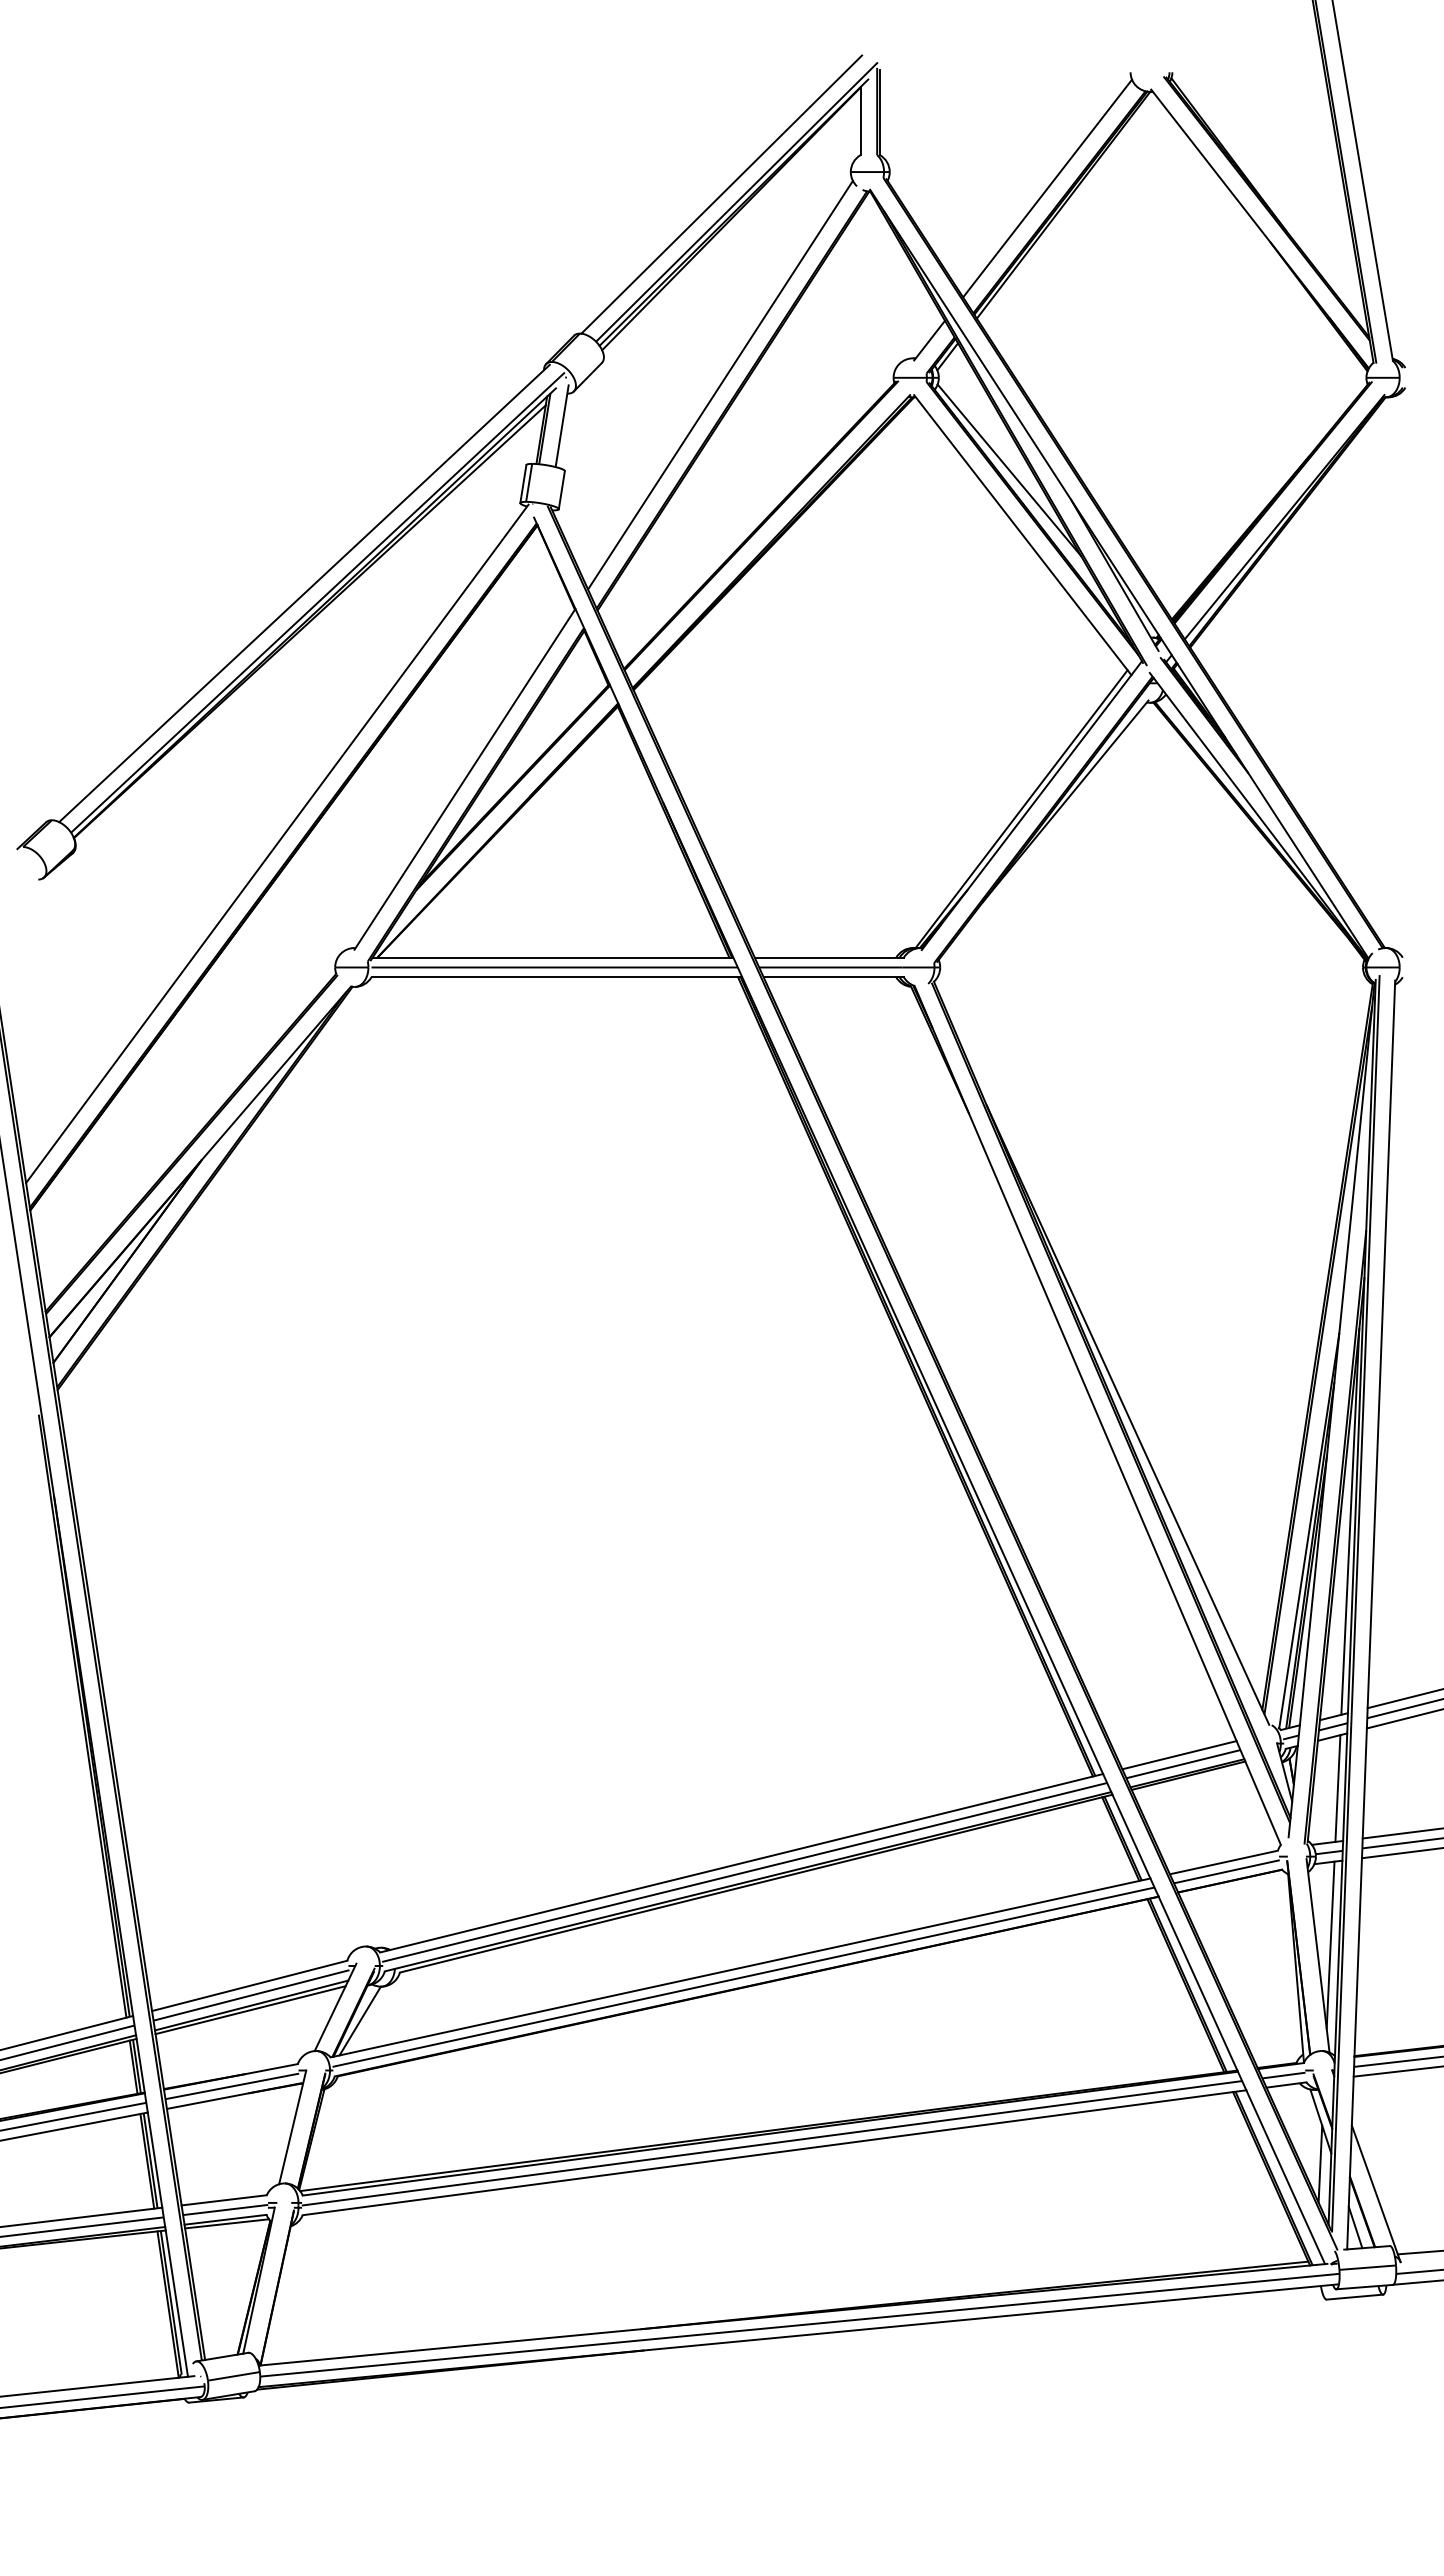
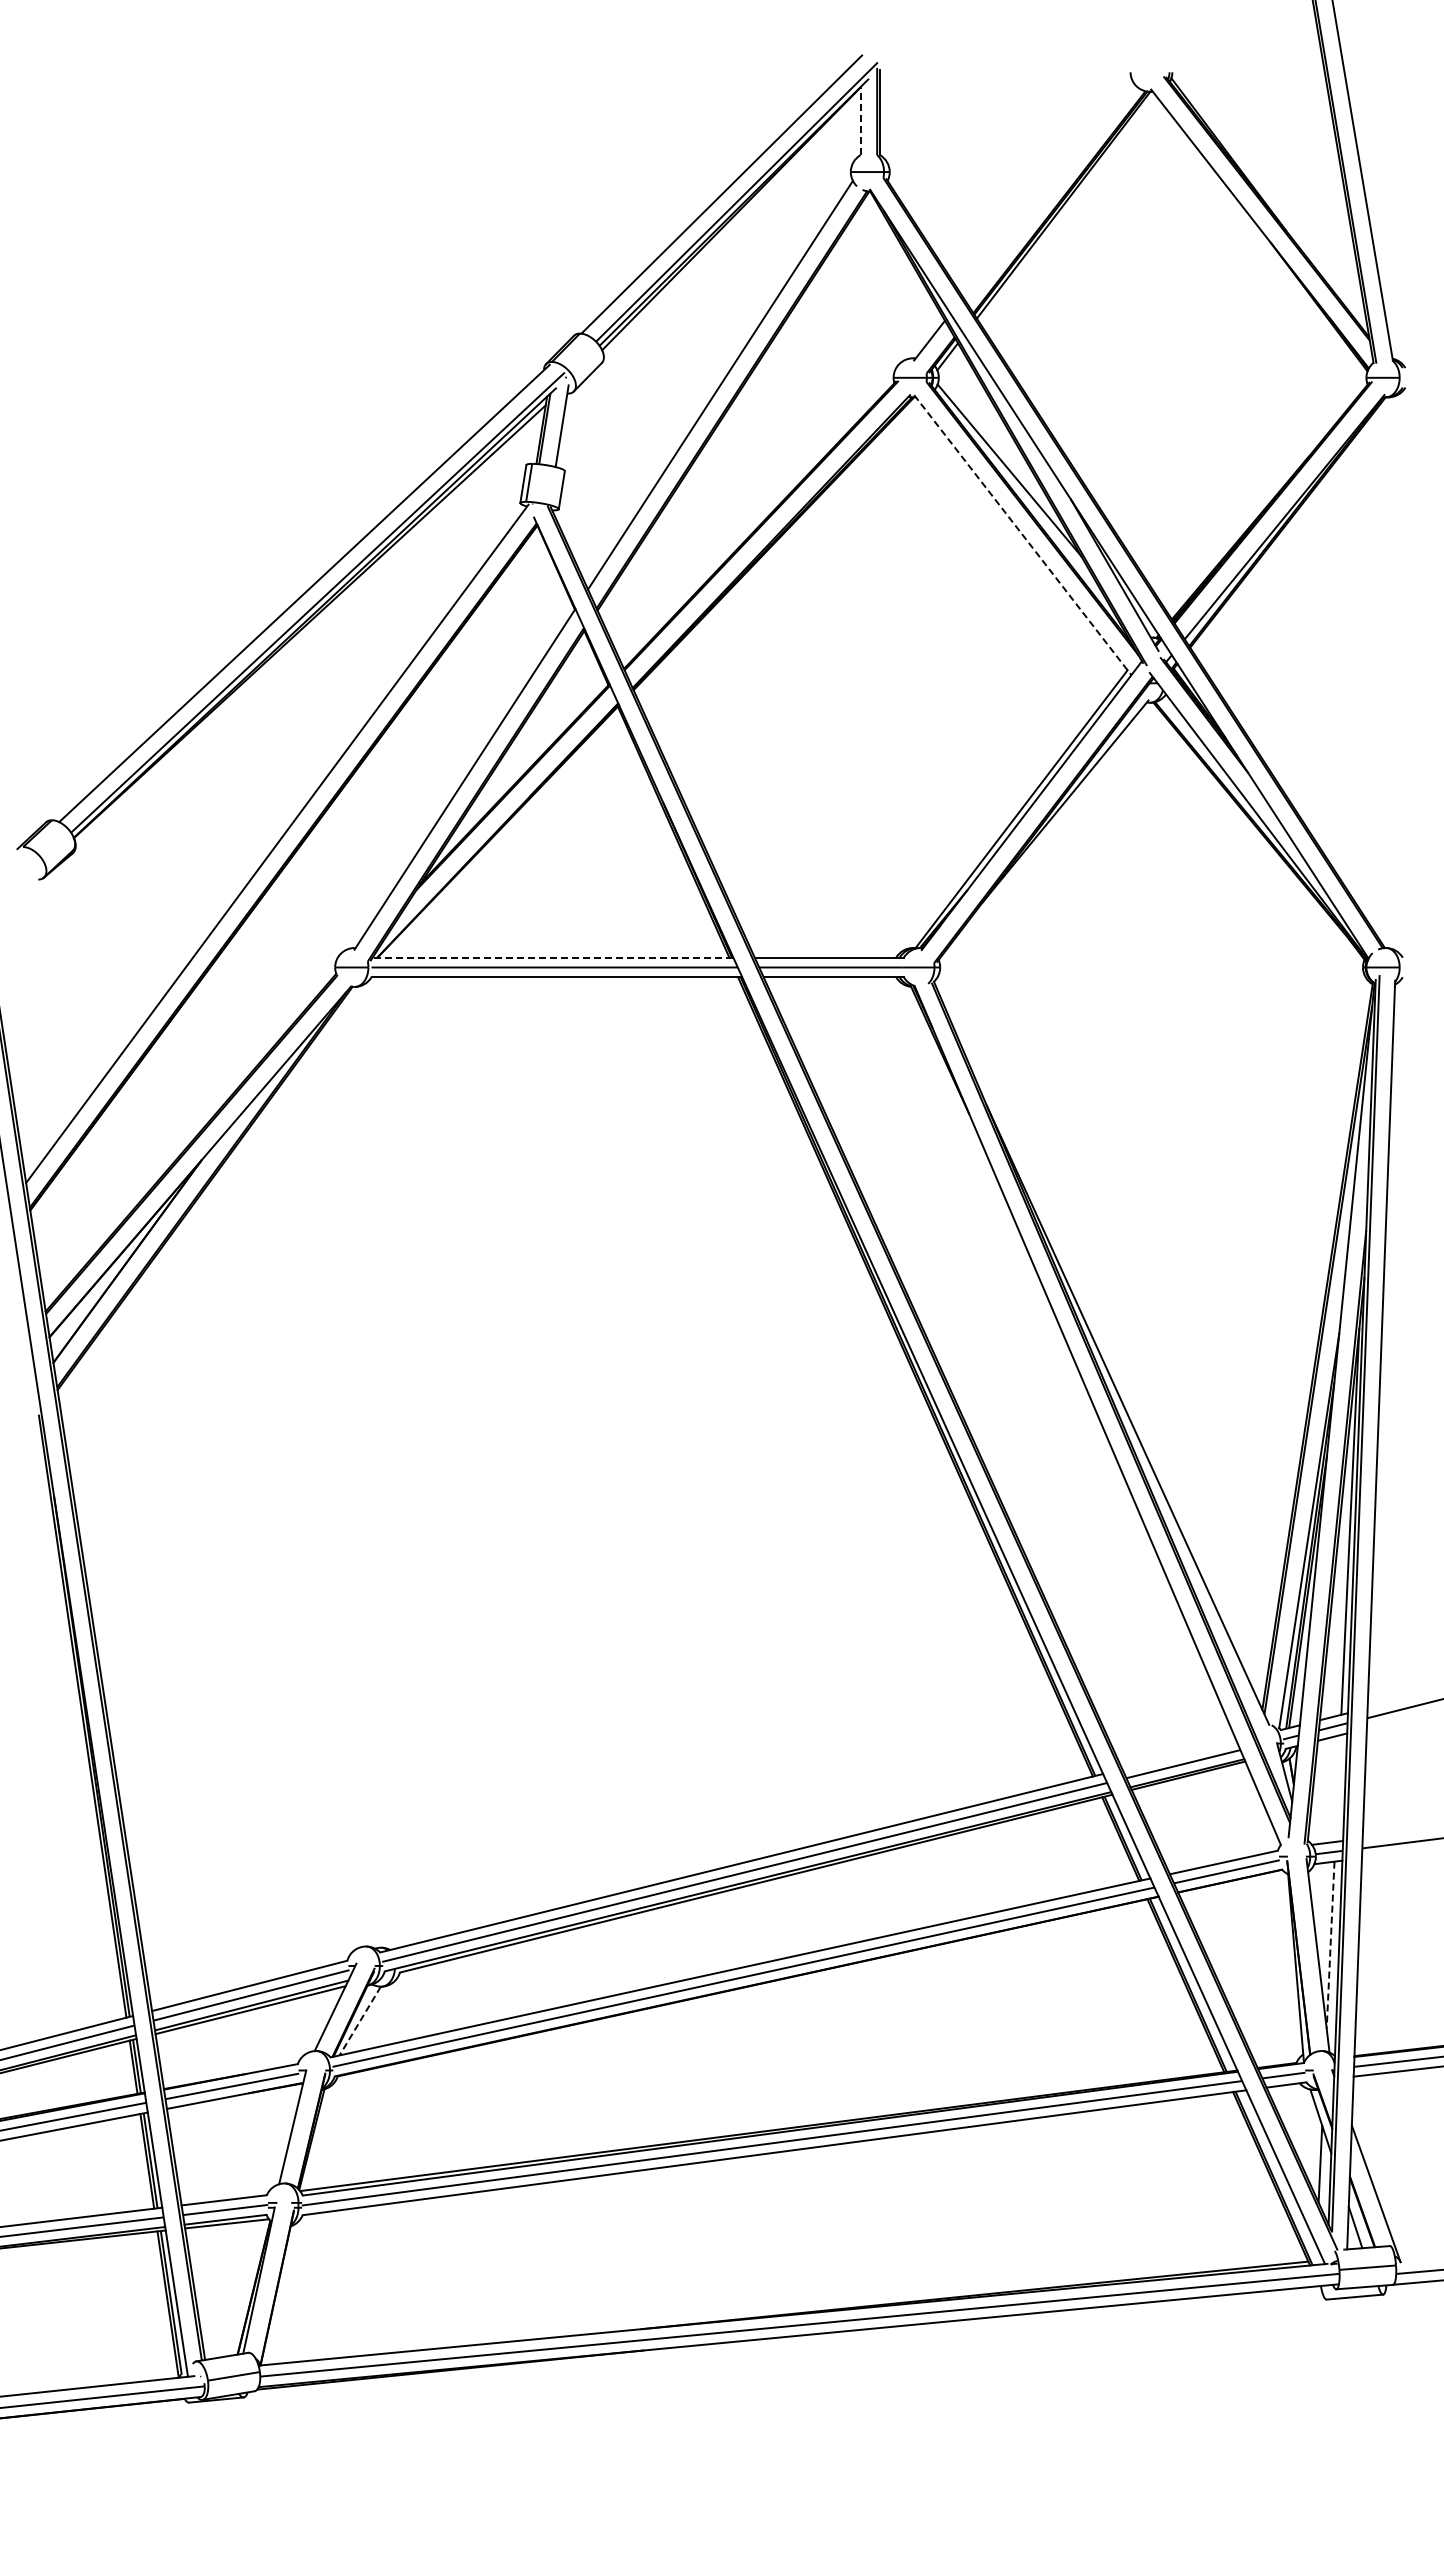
line at (860, 120): solid -> dashed
line at (1047, 188): present -> none
line at (1023, 535): solid -> dashed
line at (552, 957): solid -> dashed
line at (1403, 1698): present -> none
line at (1403, 1718): present -> none
line at (1179, 1755): present -> none
line at (1337, 1788): present -> none
line at (1401, 1833): present -> none
line at (1400, 1853): present -> none
line at (1330, 1945): solid -> dashed
line at (359, 2021): solid -> dashed
line at (1418, 2252): present -> none
